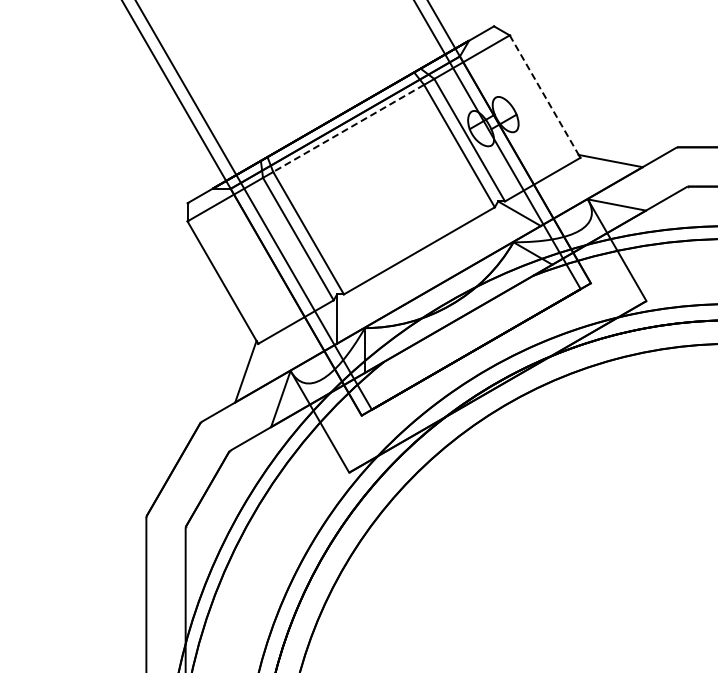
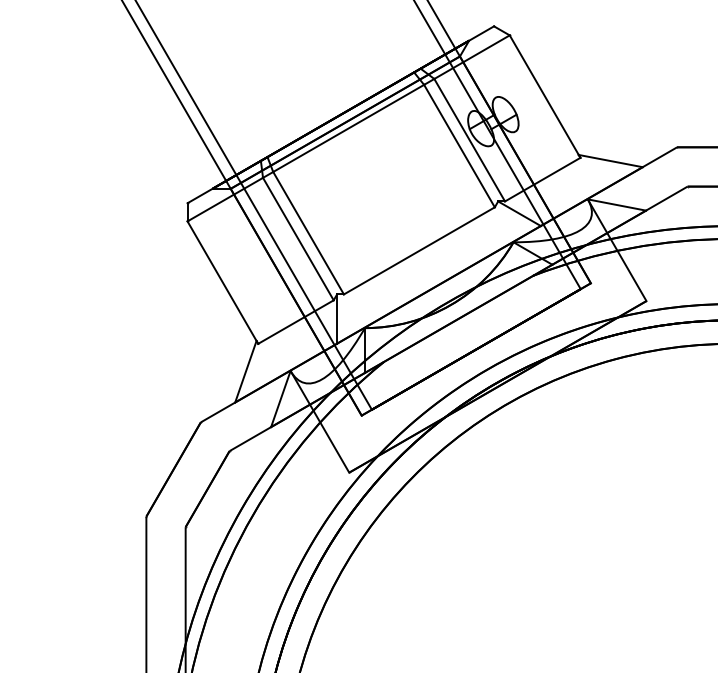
line at (545, 96): dashed -> solid
line at (348, 128): dashed -> solid
